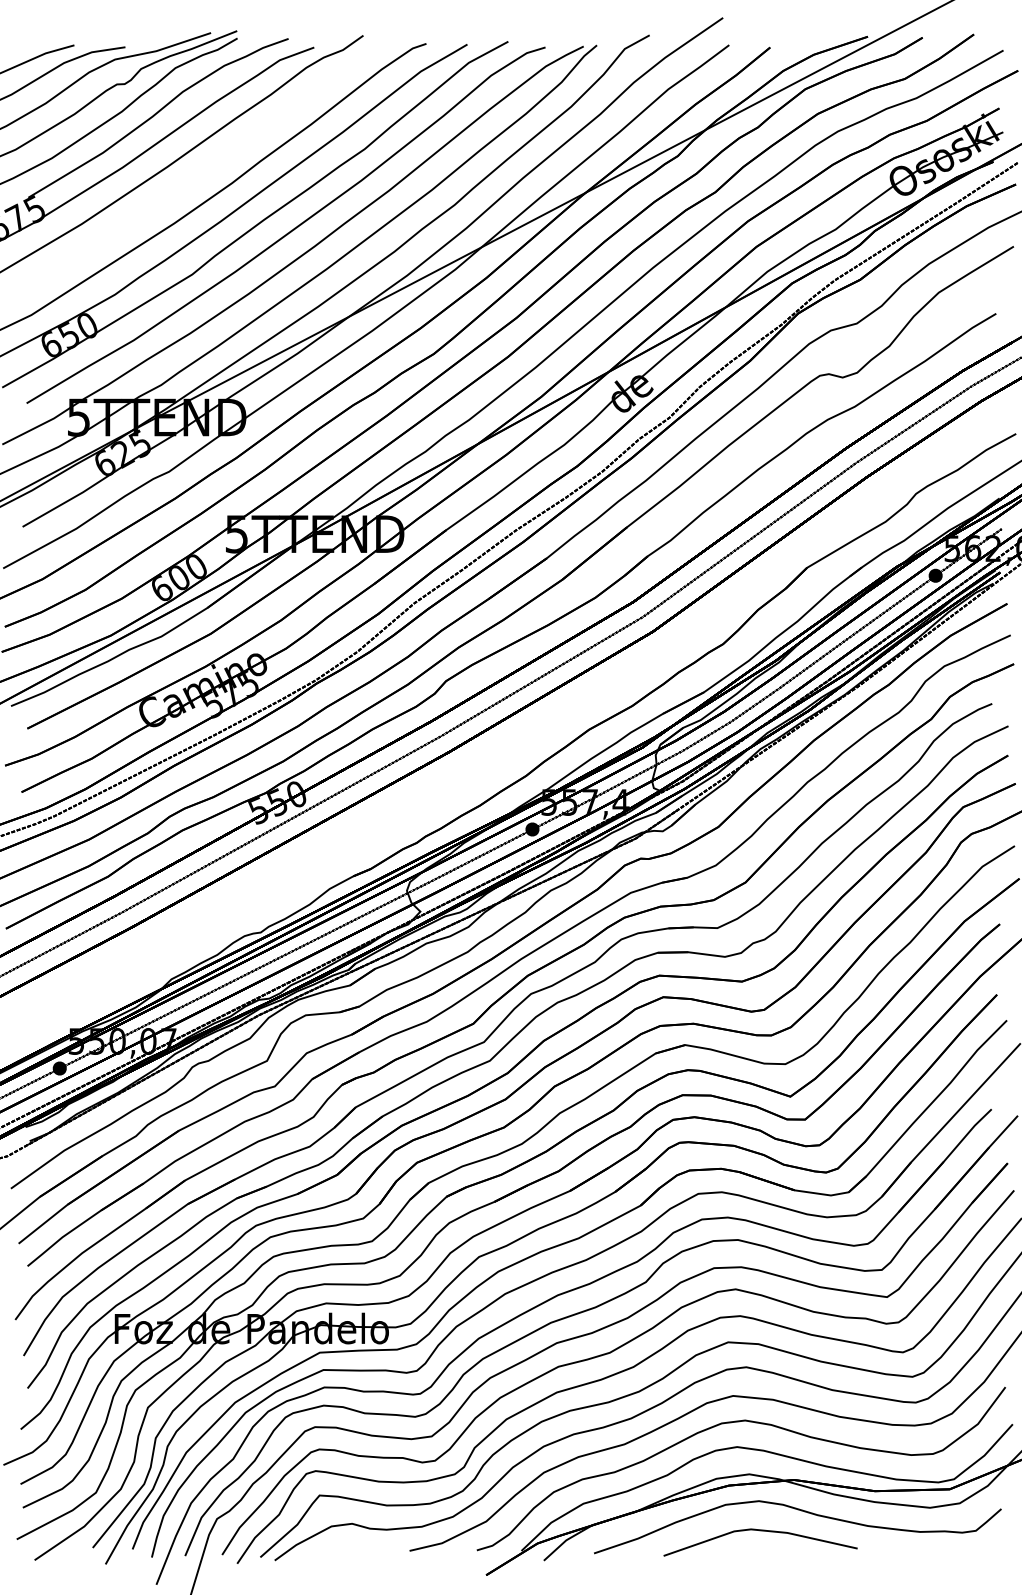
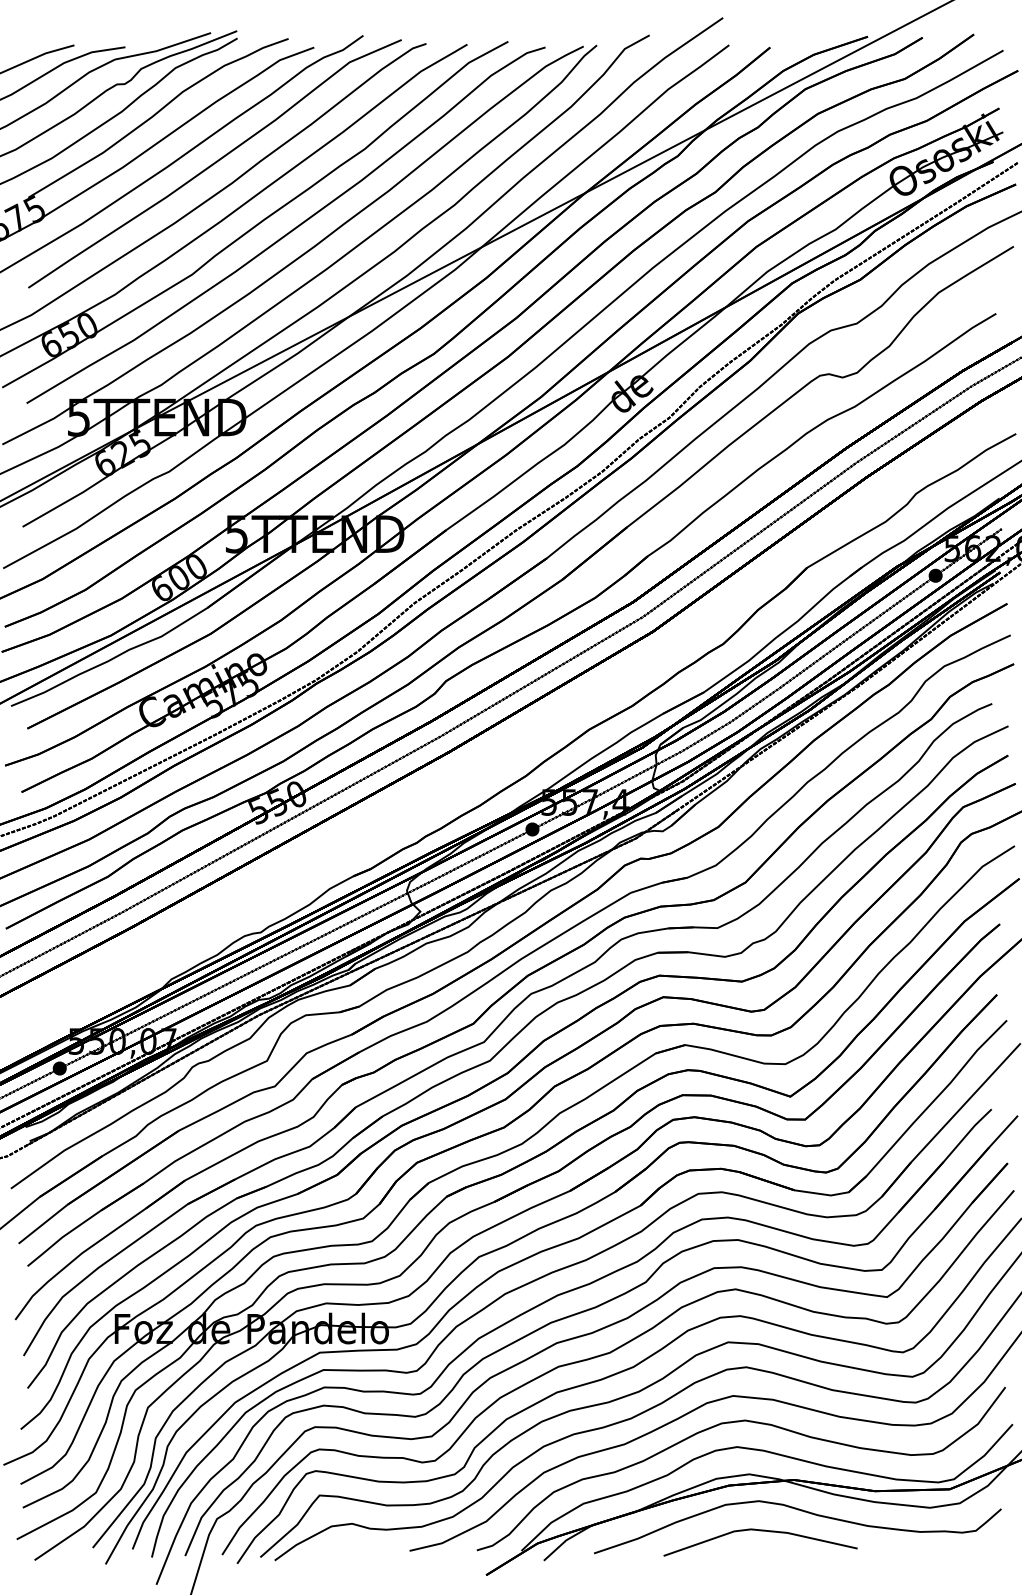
part at (214, 163): none -> present
